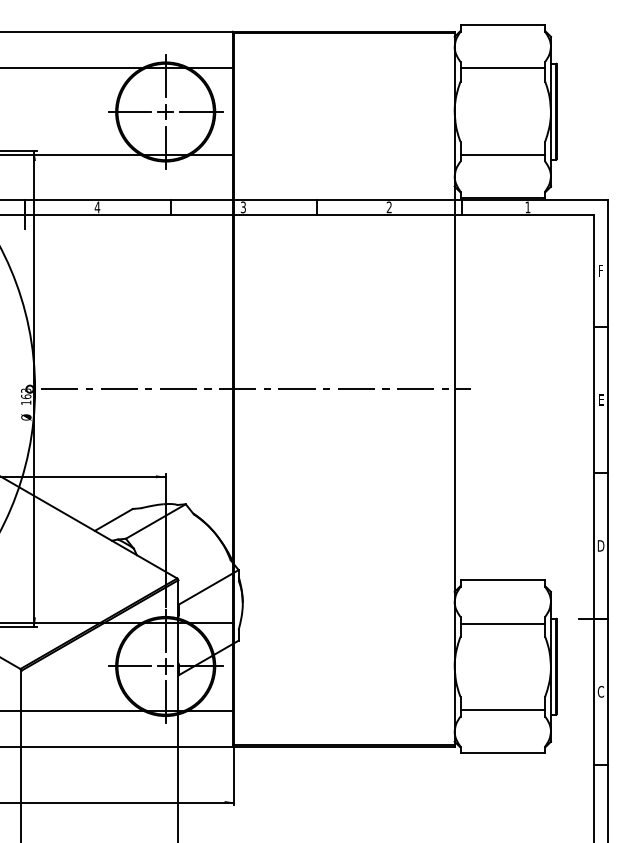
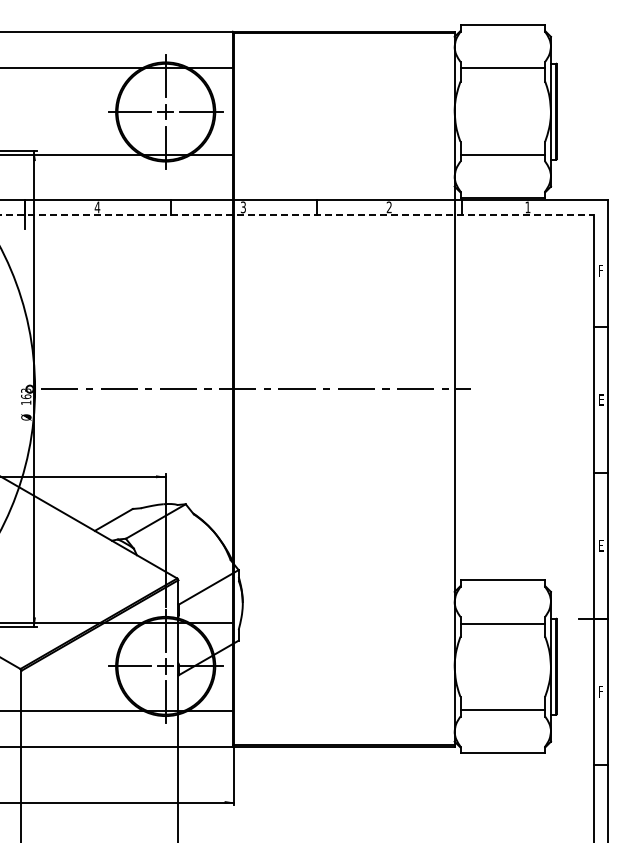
line at (296, 214): solid -> dashed
text at (600, 545): D -> E
text at (600, 691): C -> F
